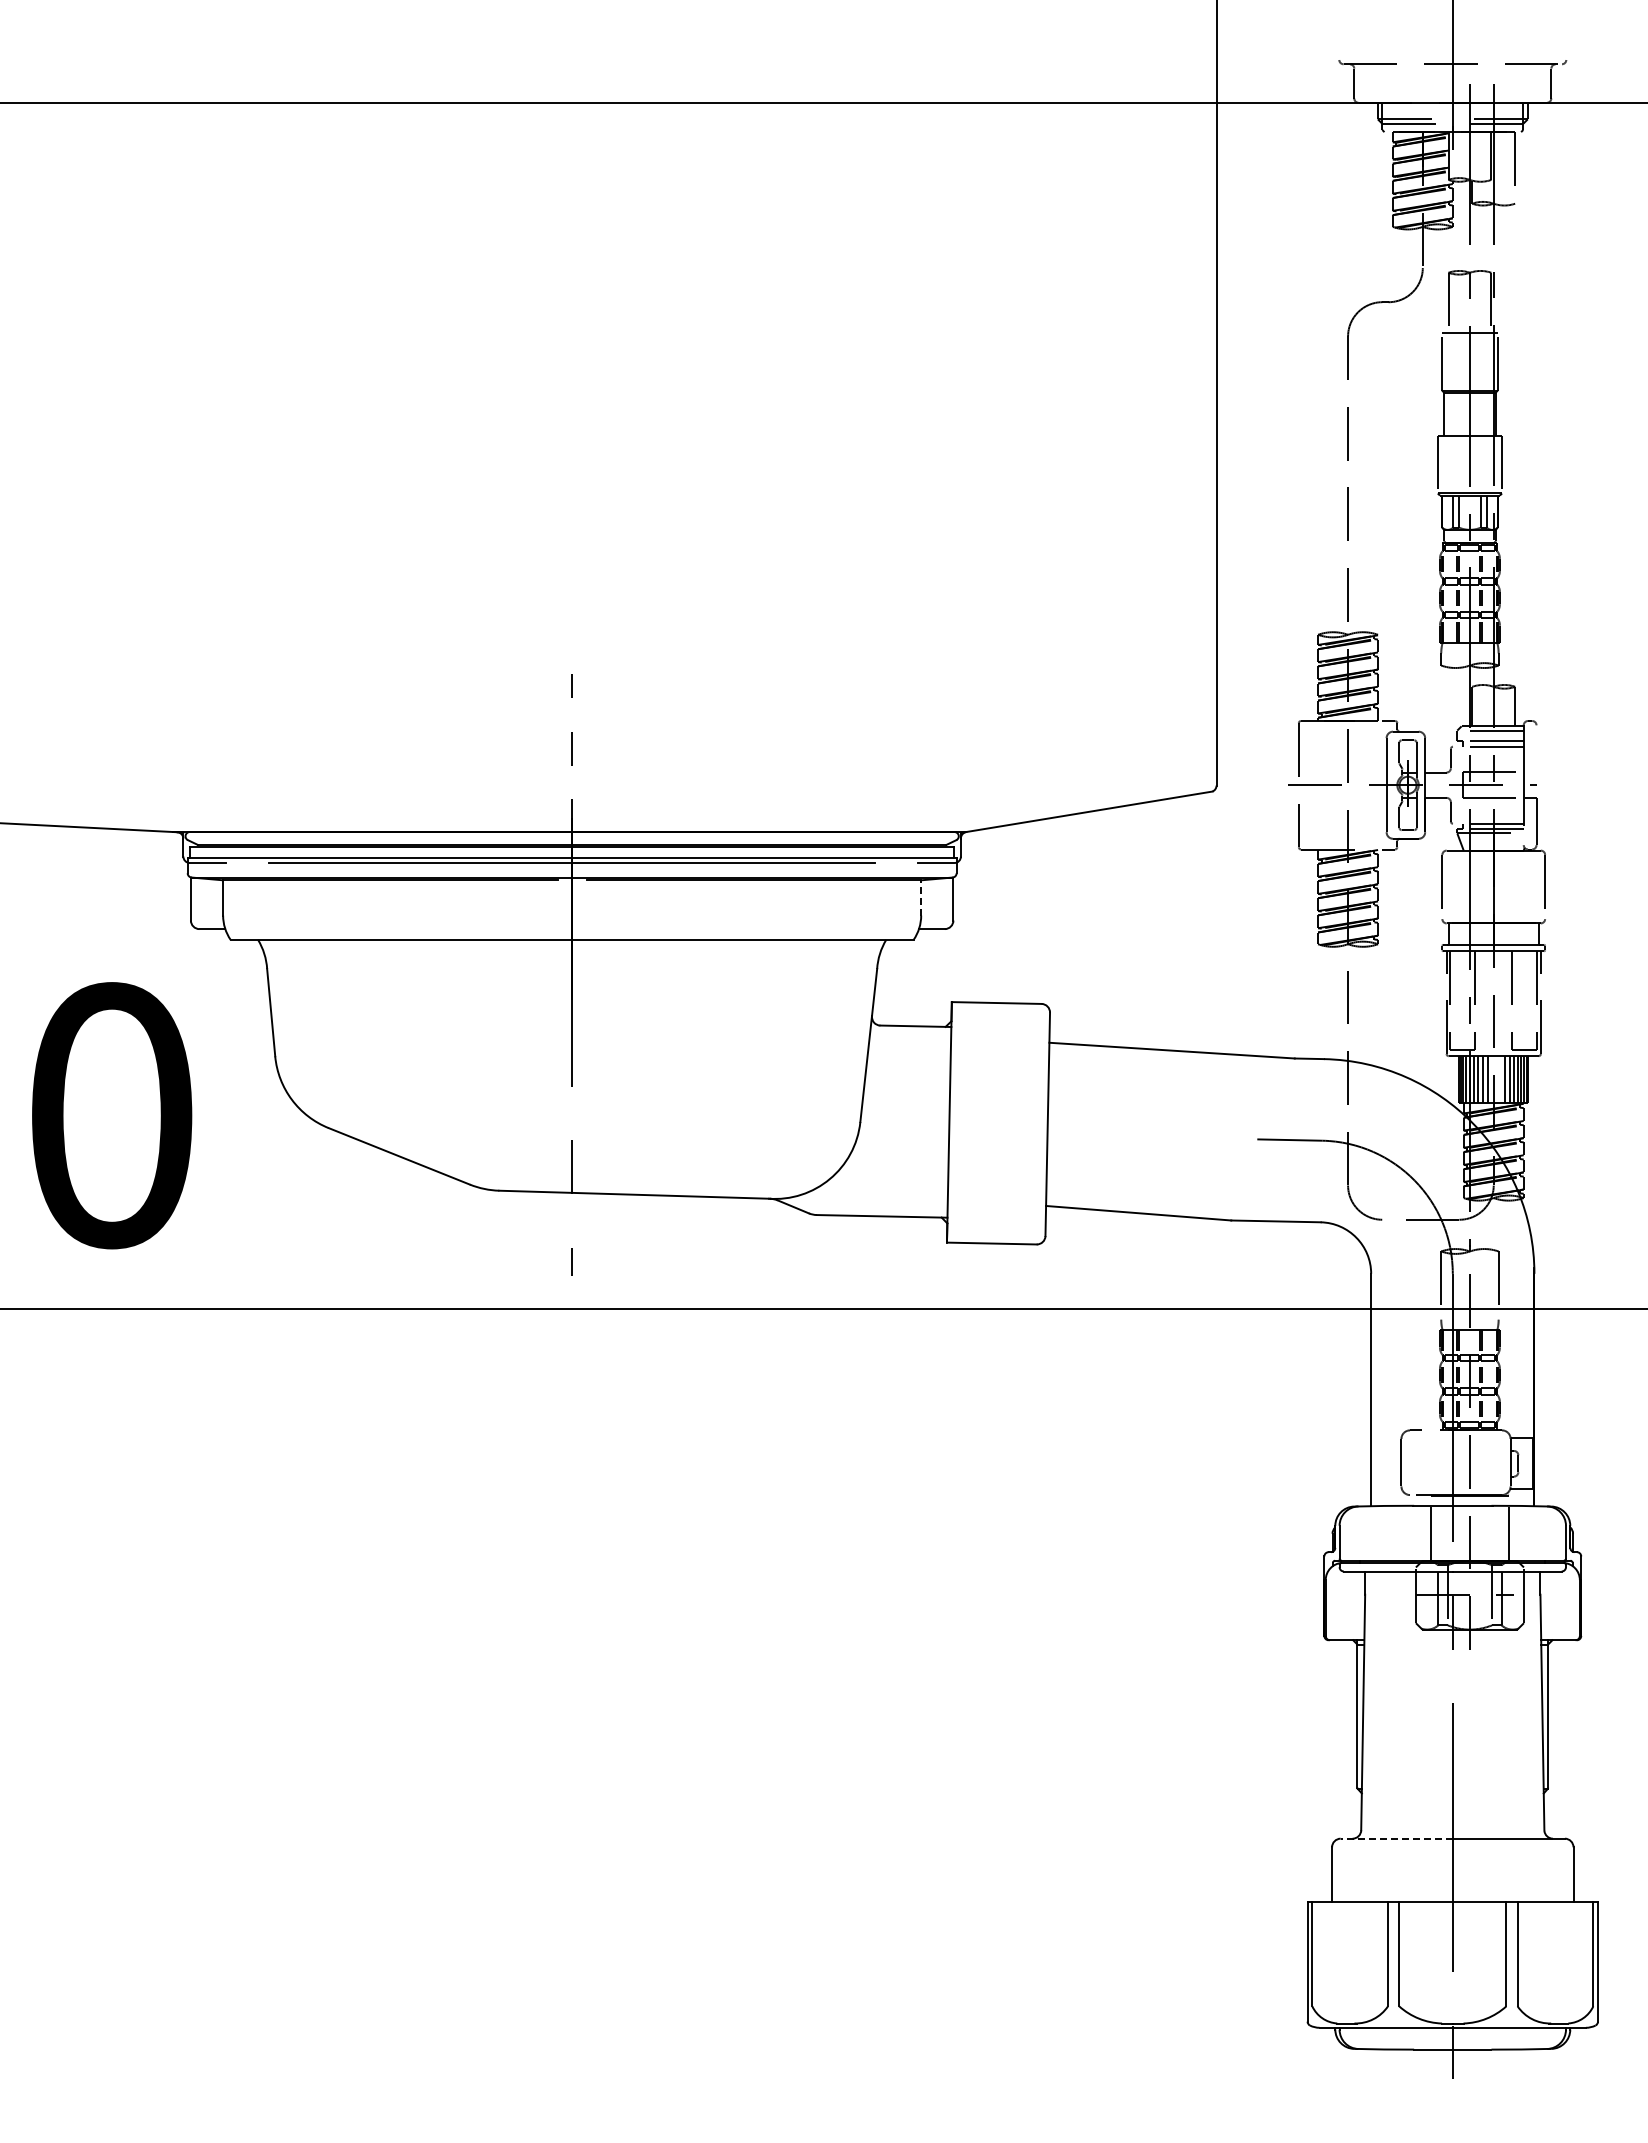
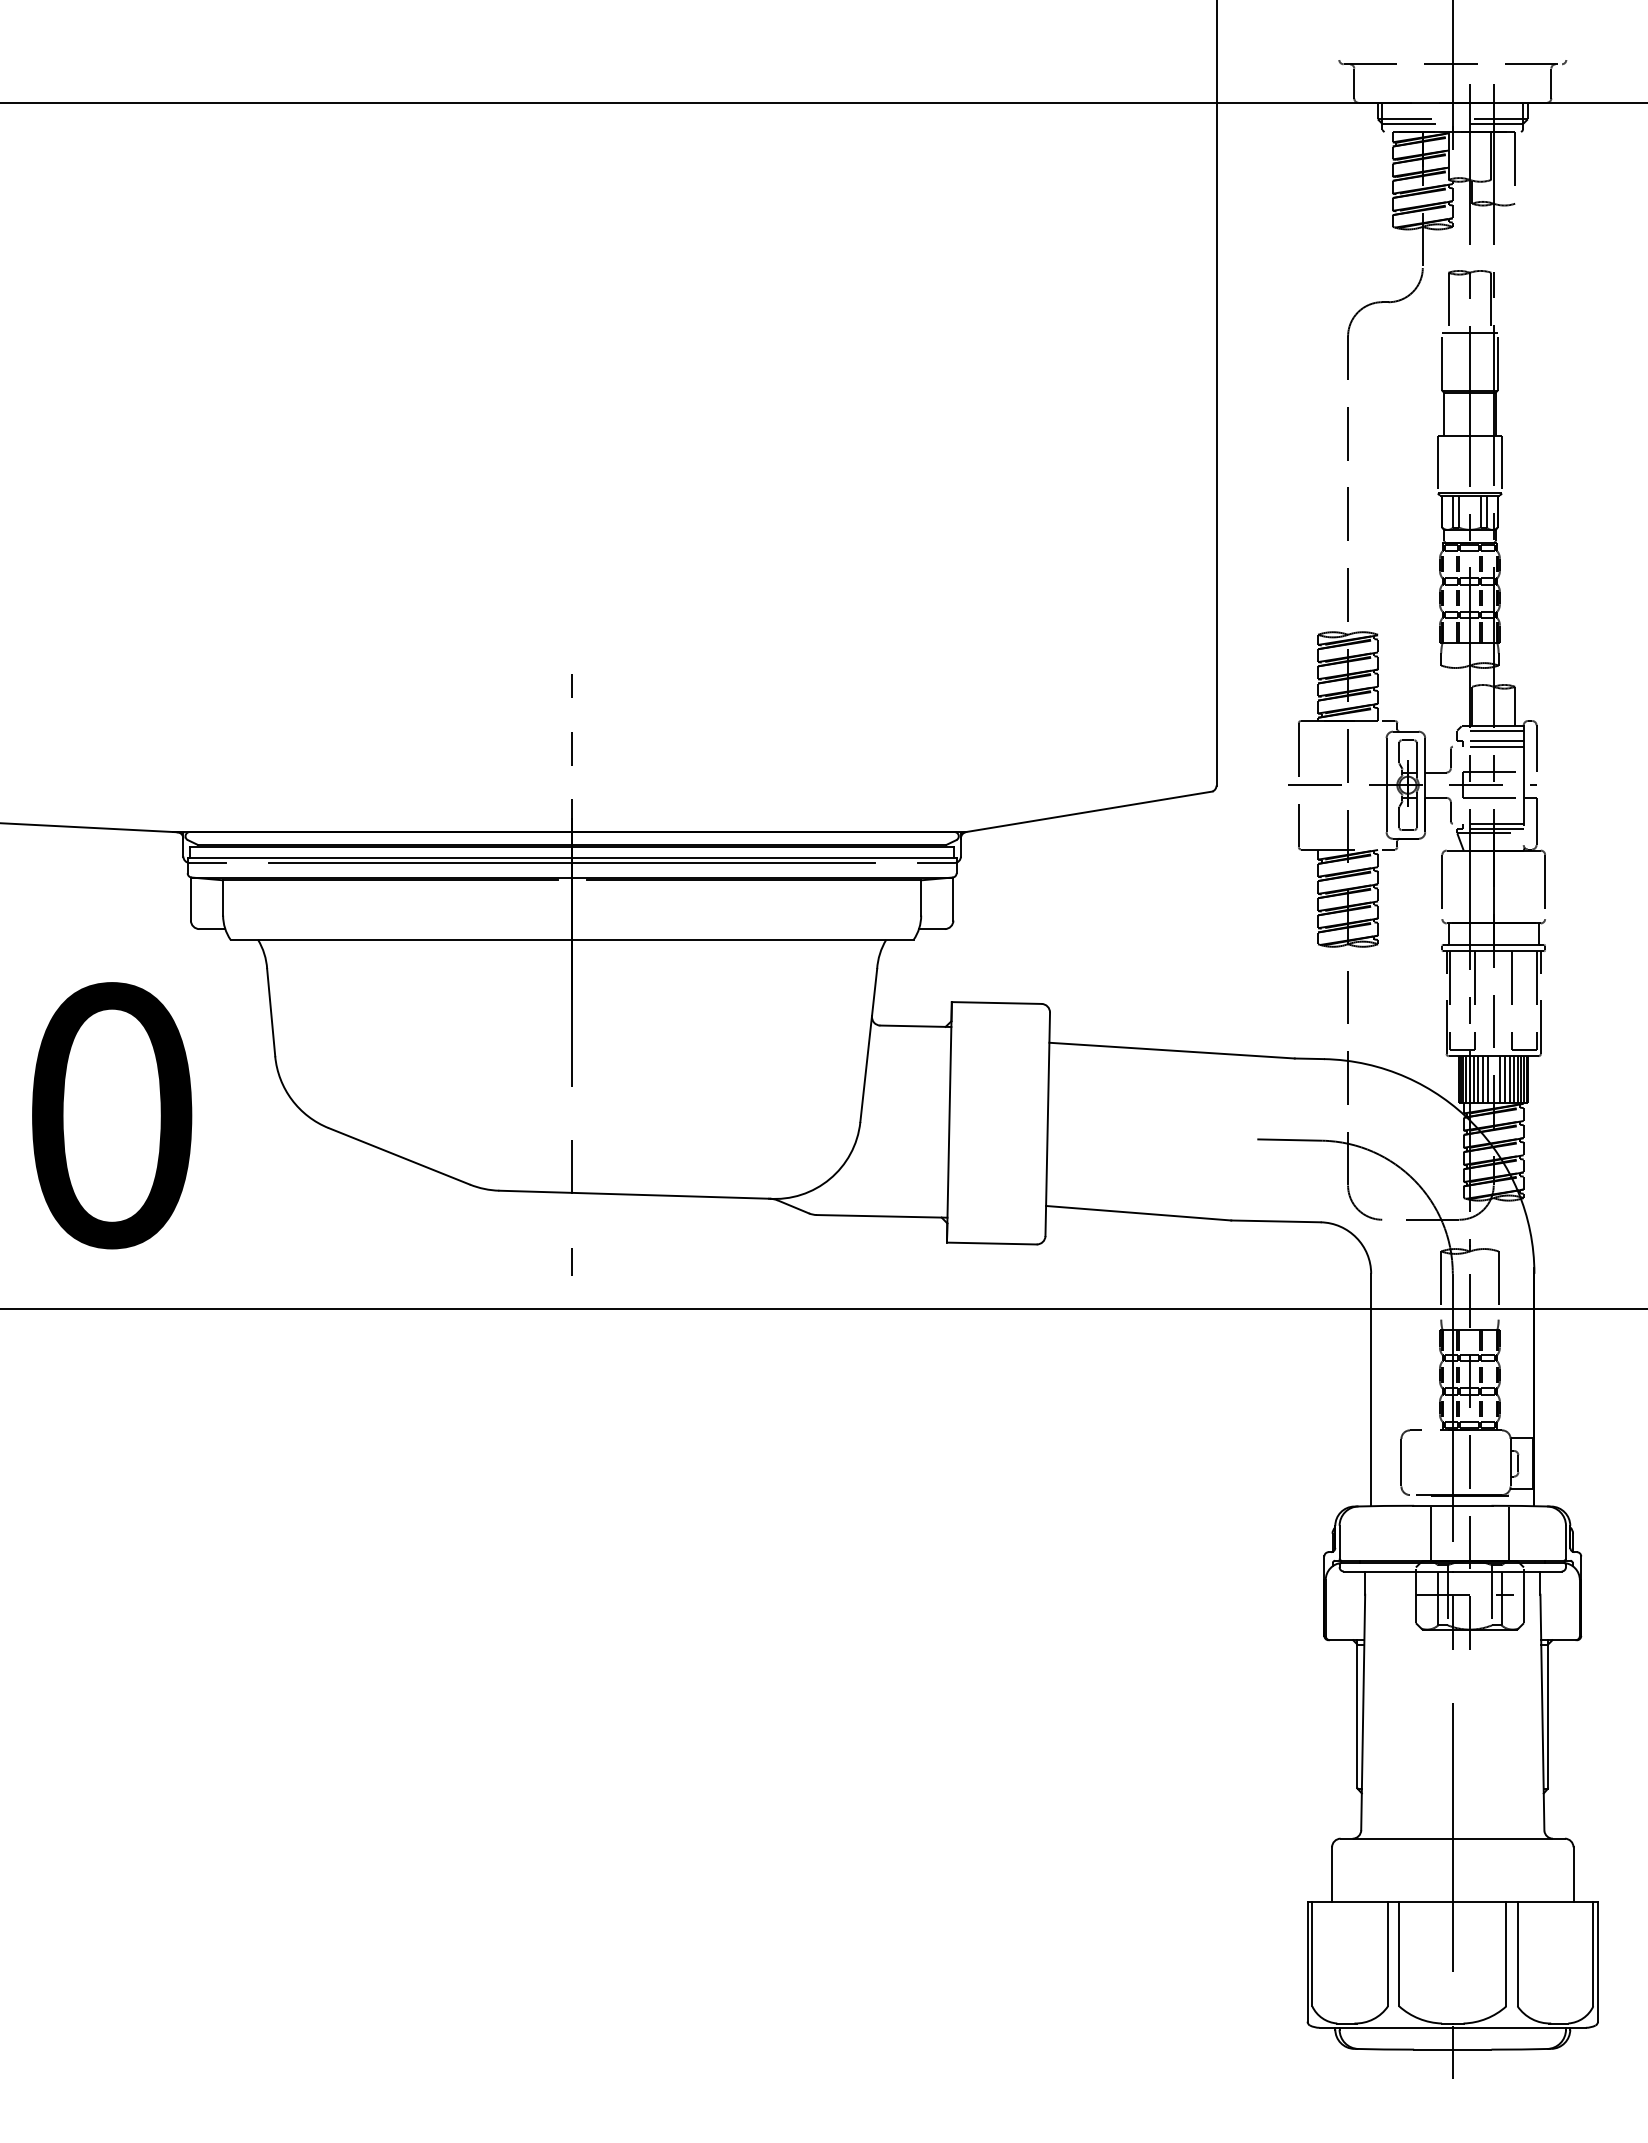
line at (1536, 748): none -> present
line at (921, 897): dashed -> solid
line at (1499, 1079): none -> present
line at (1396, 1838): dashed -> solid
